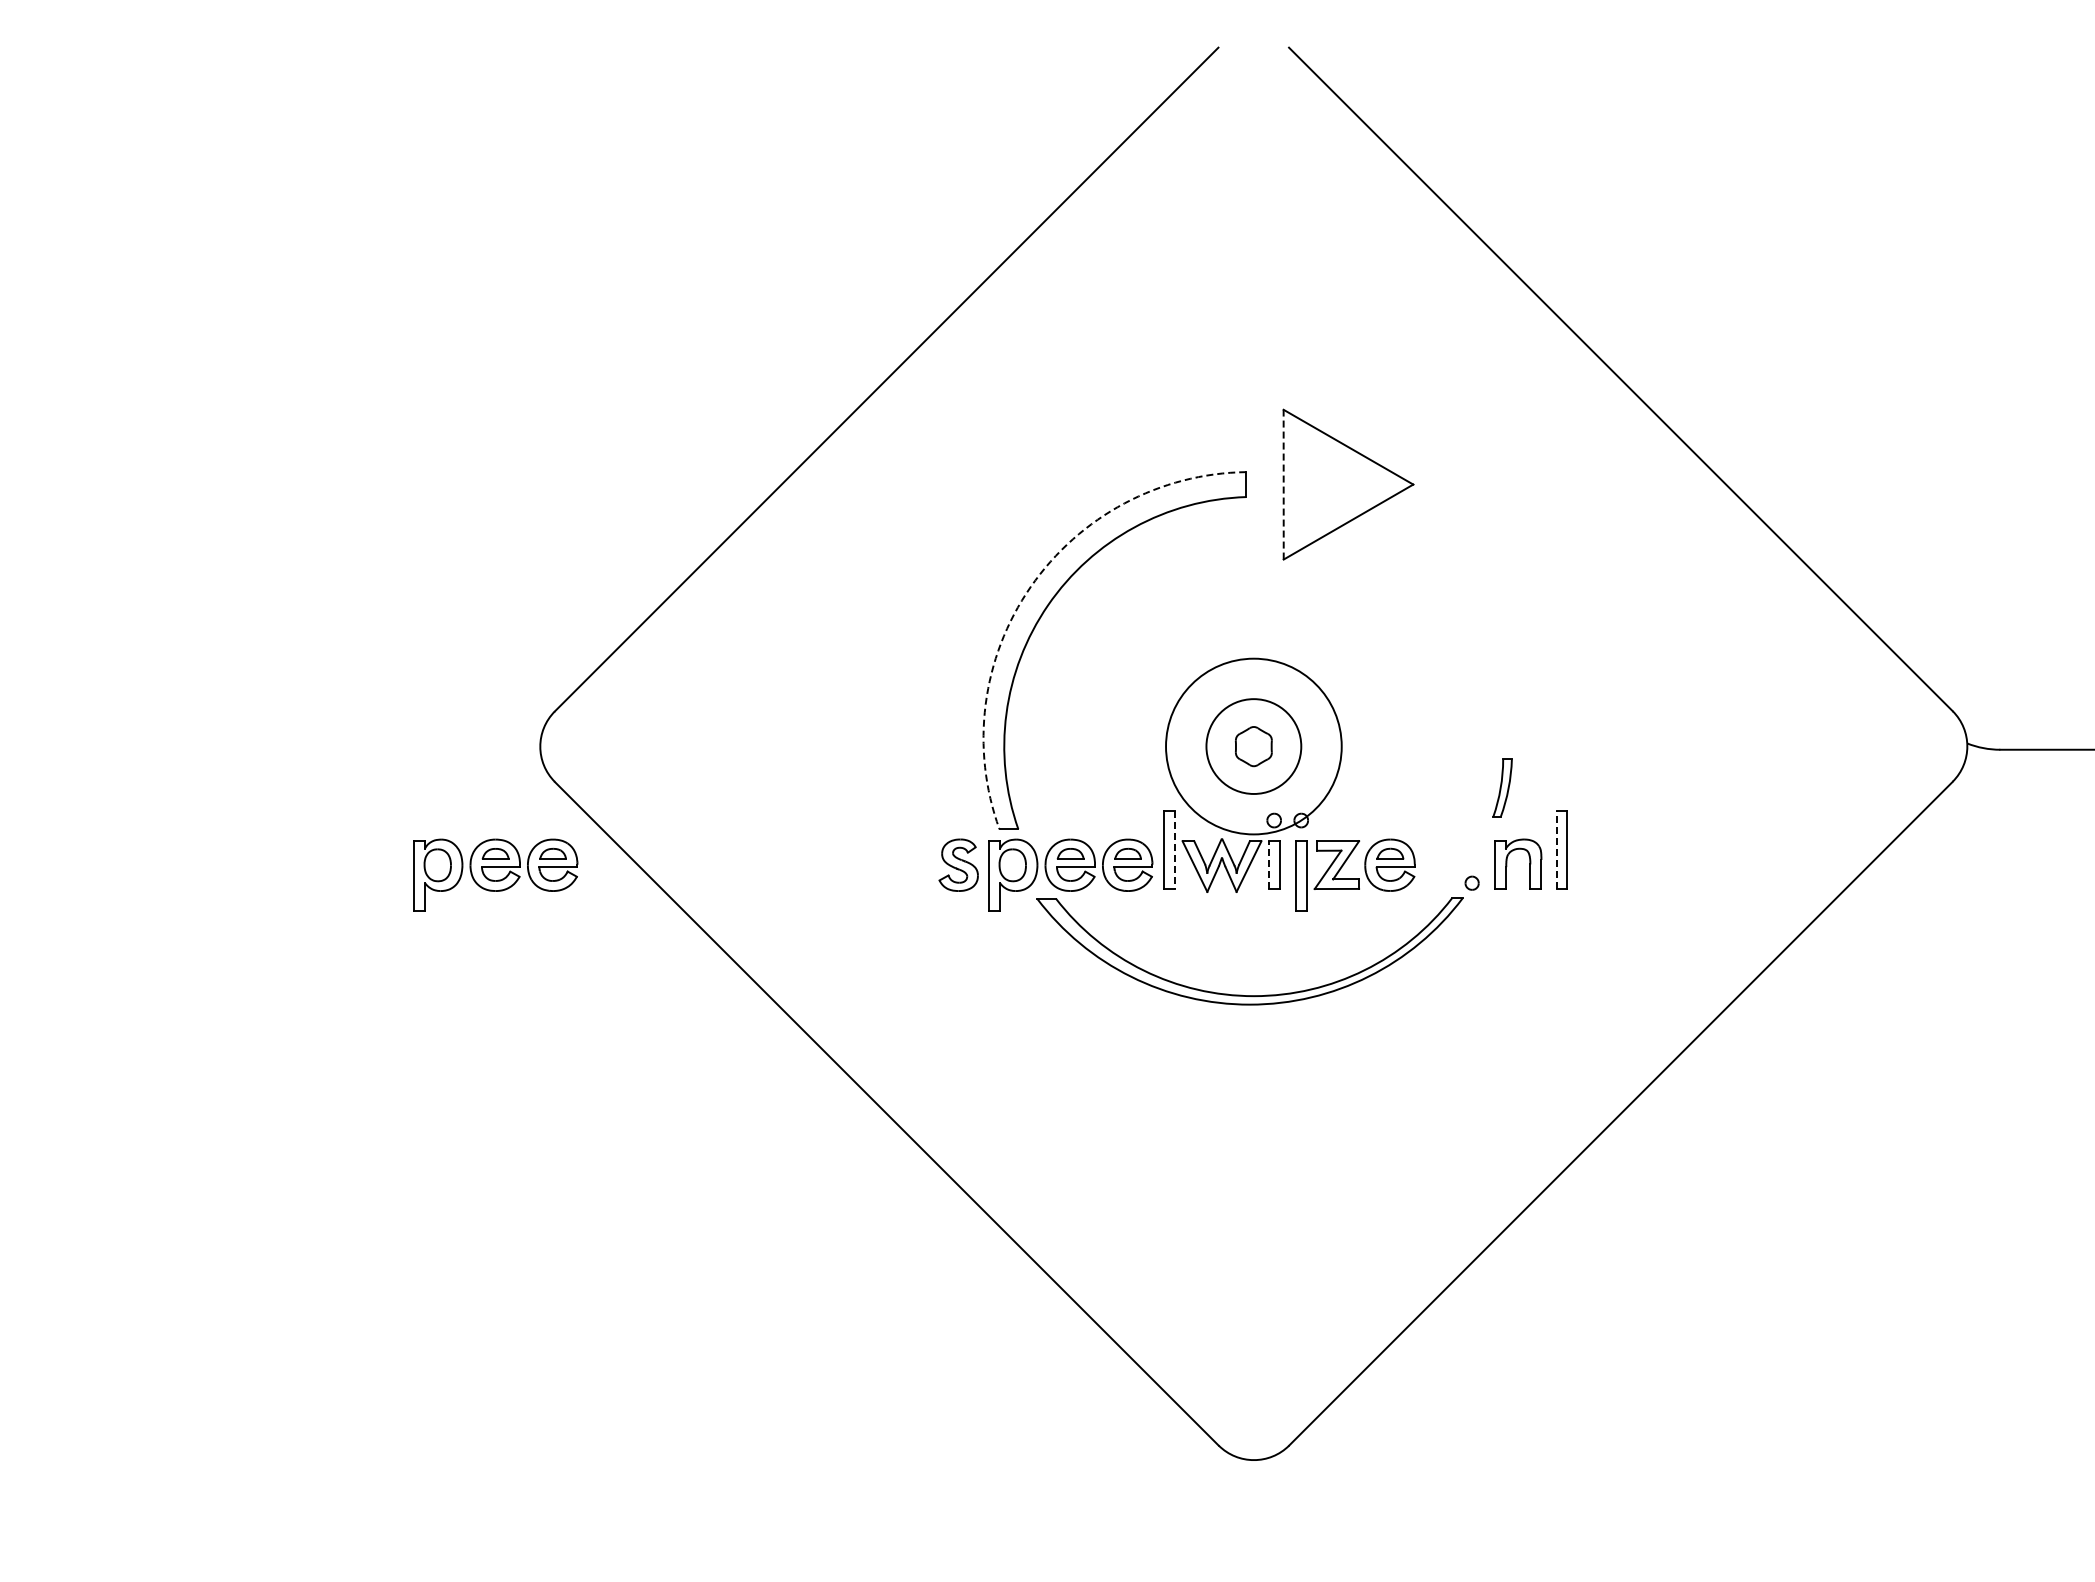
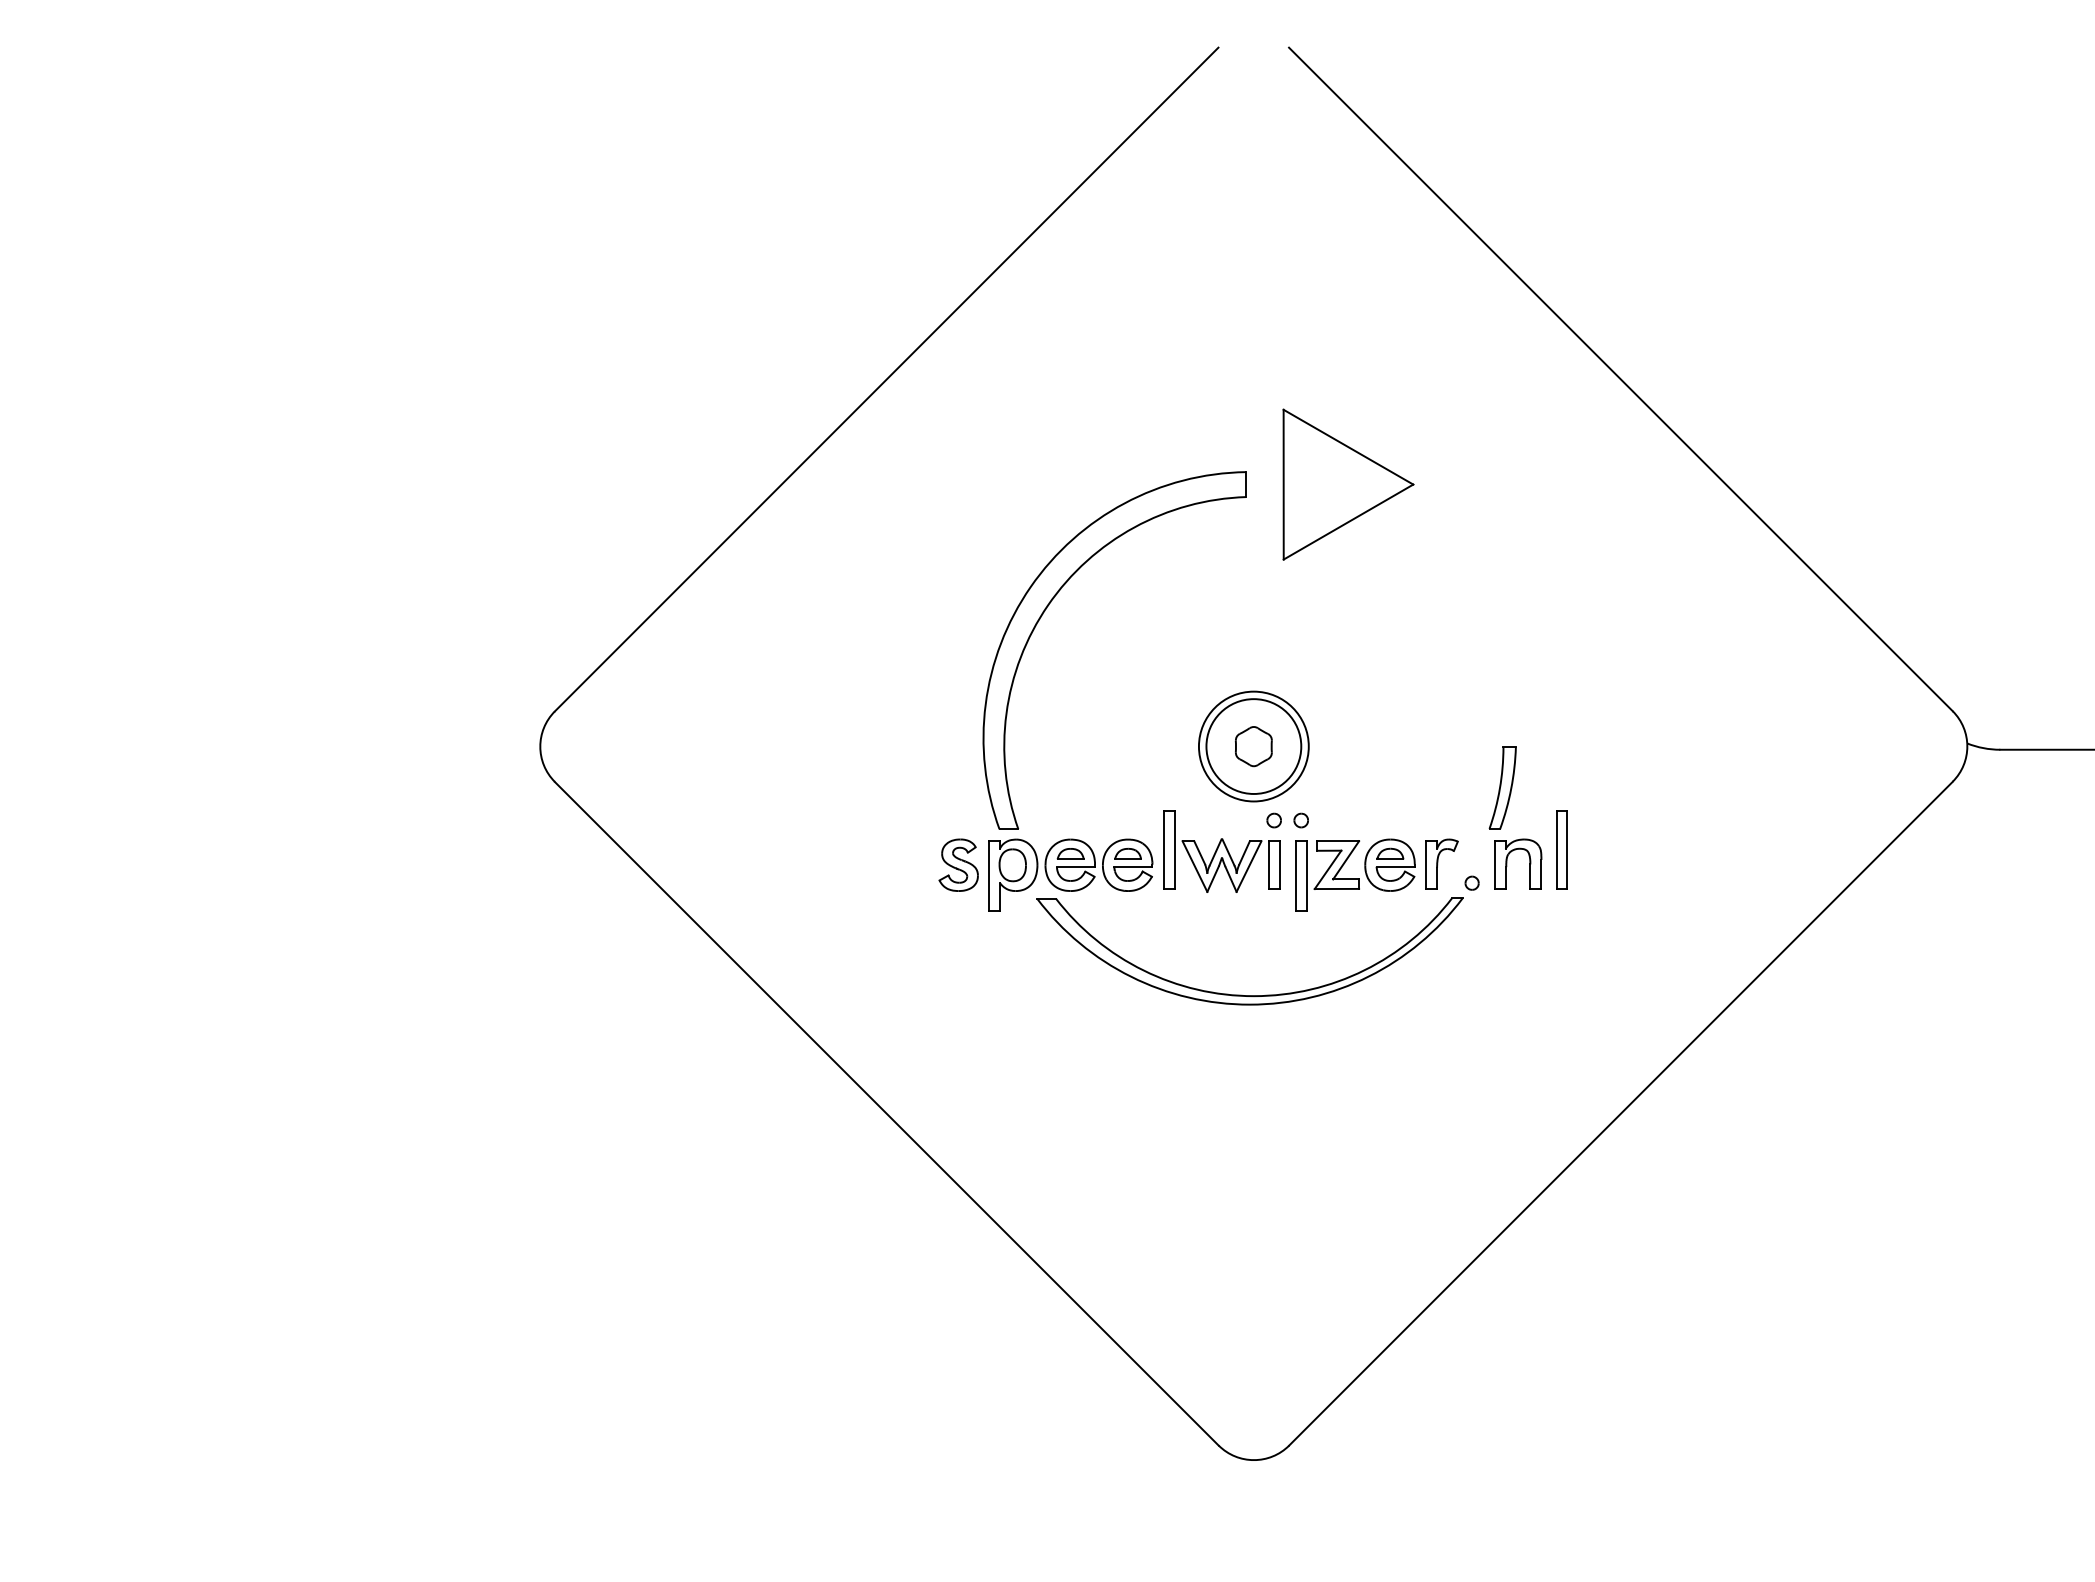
line at (1283, 484): dashed -> solid
arc at (1030, 587): dashed -> solid
circle at (1253, 746) diameter: 176 px -> 110 px
part at (1502, 787) size: 21x60 px -> 29x84 px
line at (1556, 849): dashed -> solid
line at (1175, 850): dashed -> solid
part at (1441, 863): none -> present
line at (1268, 865): dashed -> solid
part at (495, 874): present -> none
